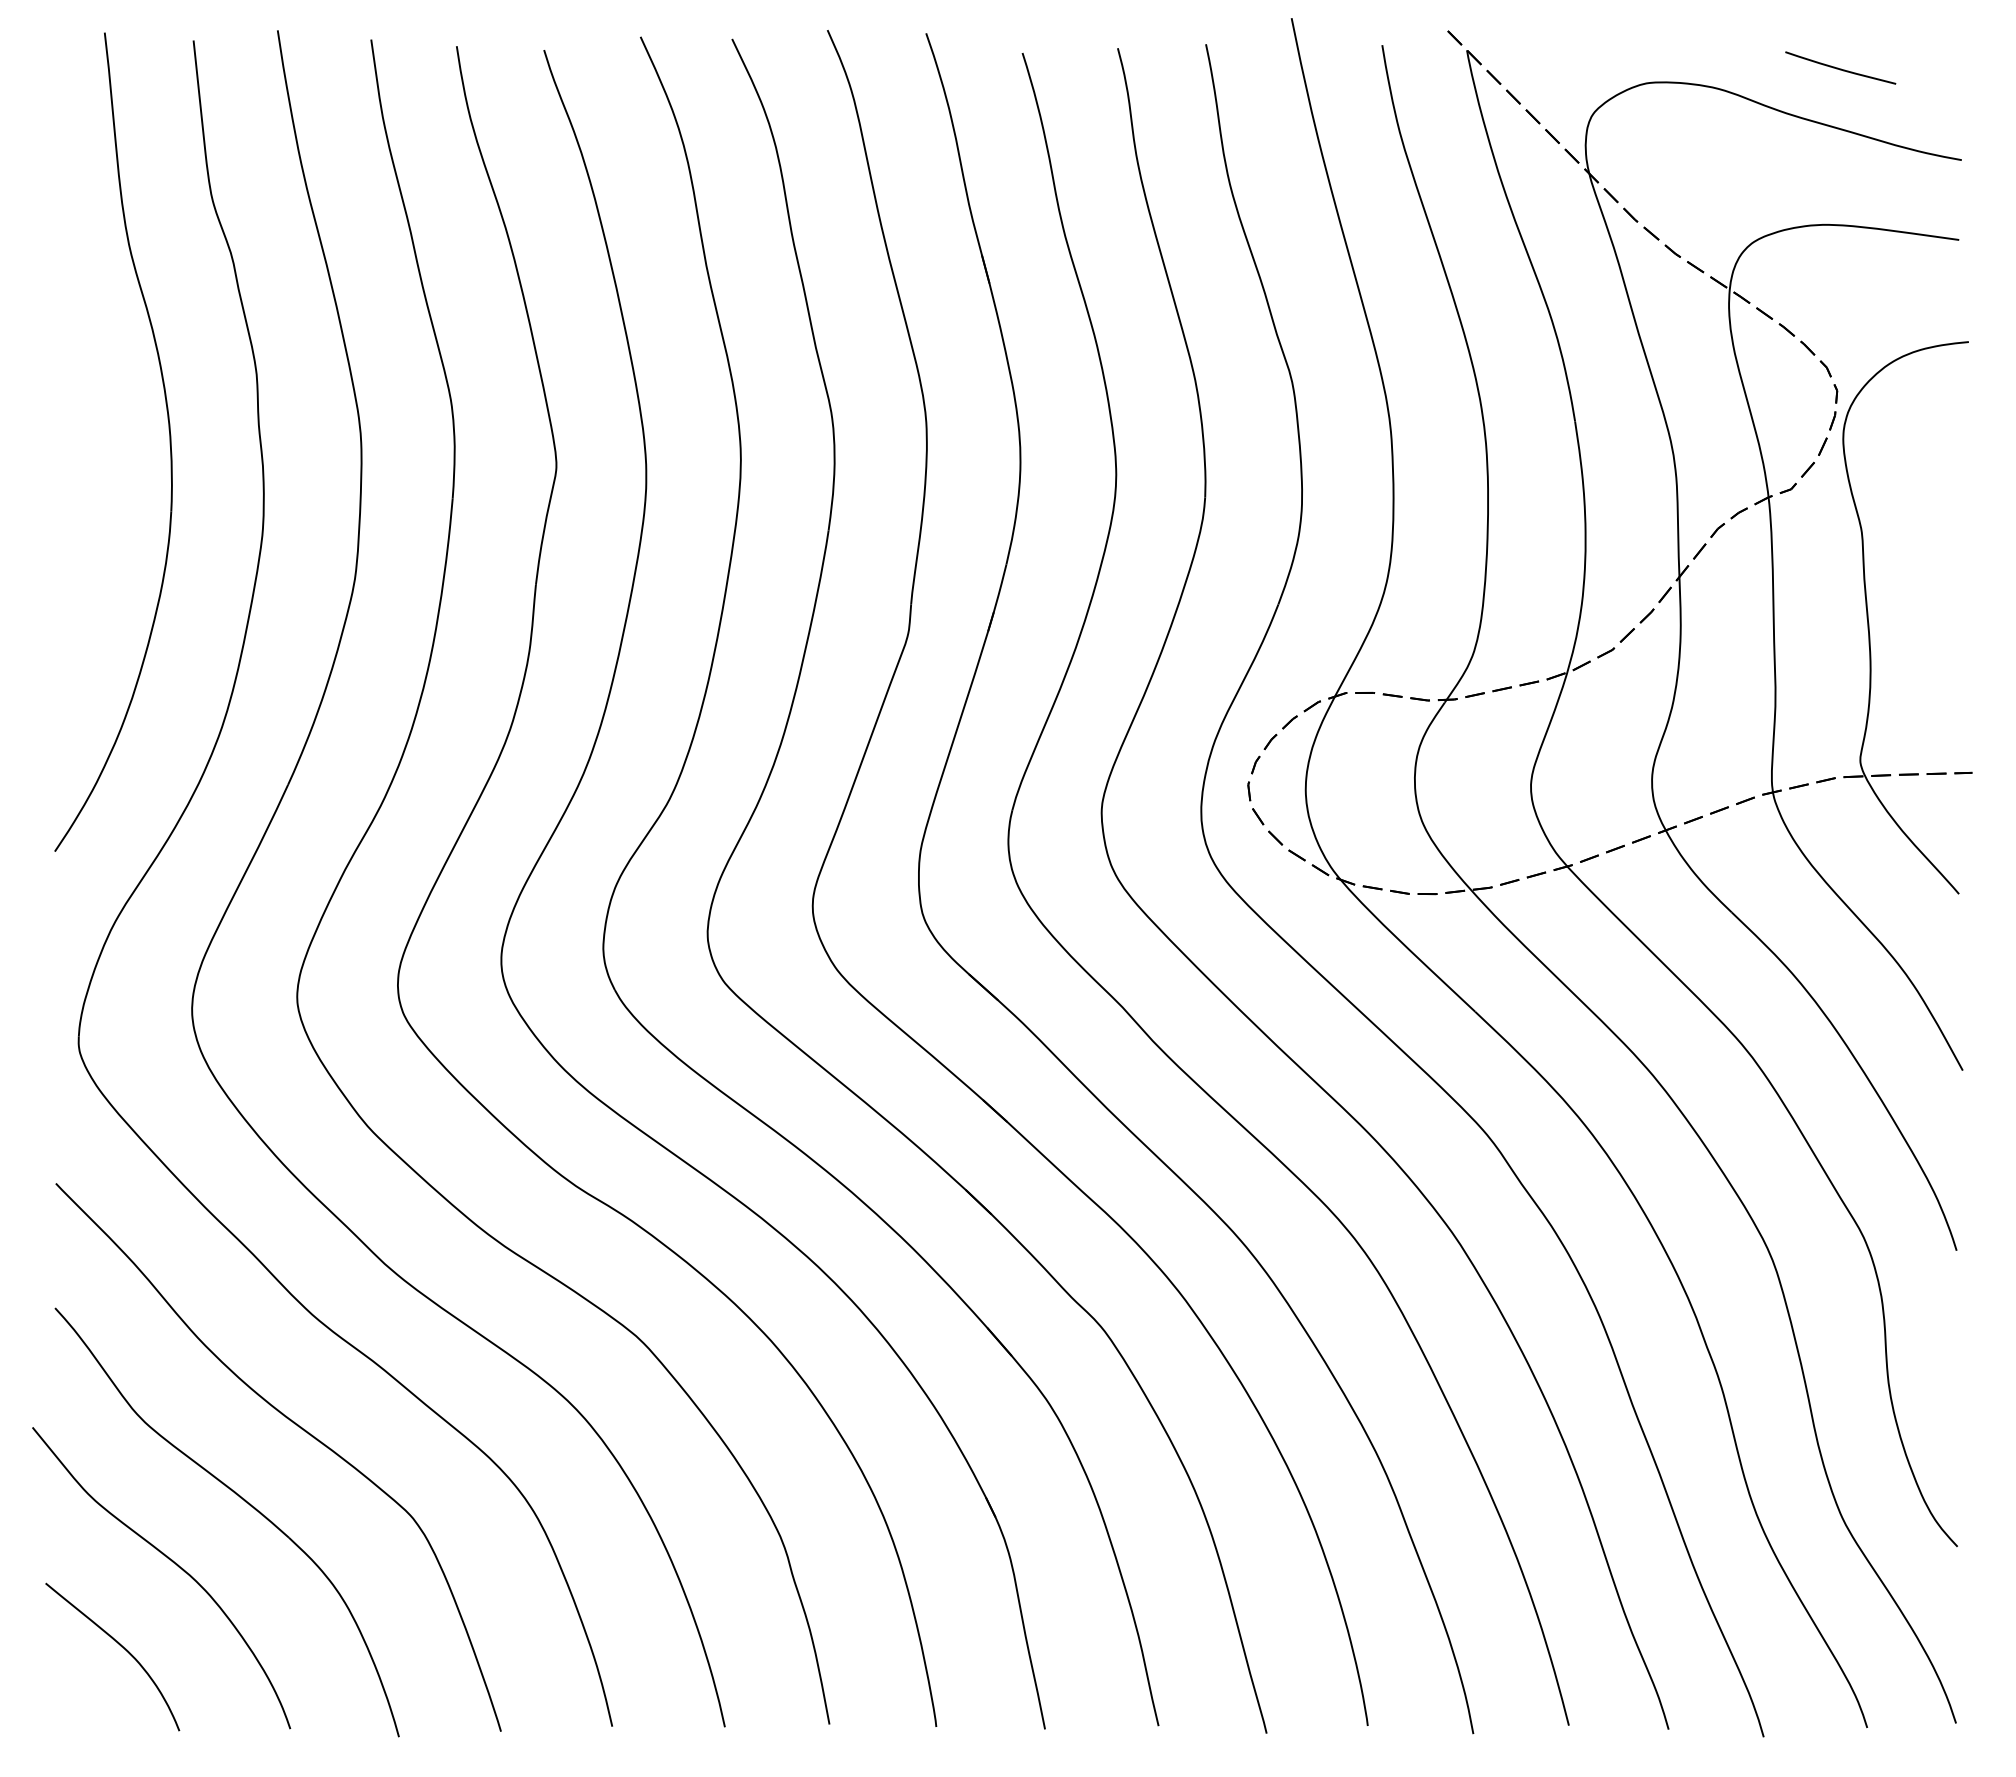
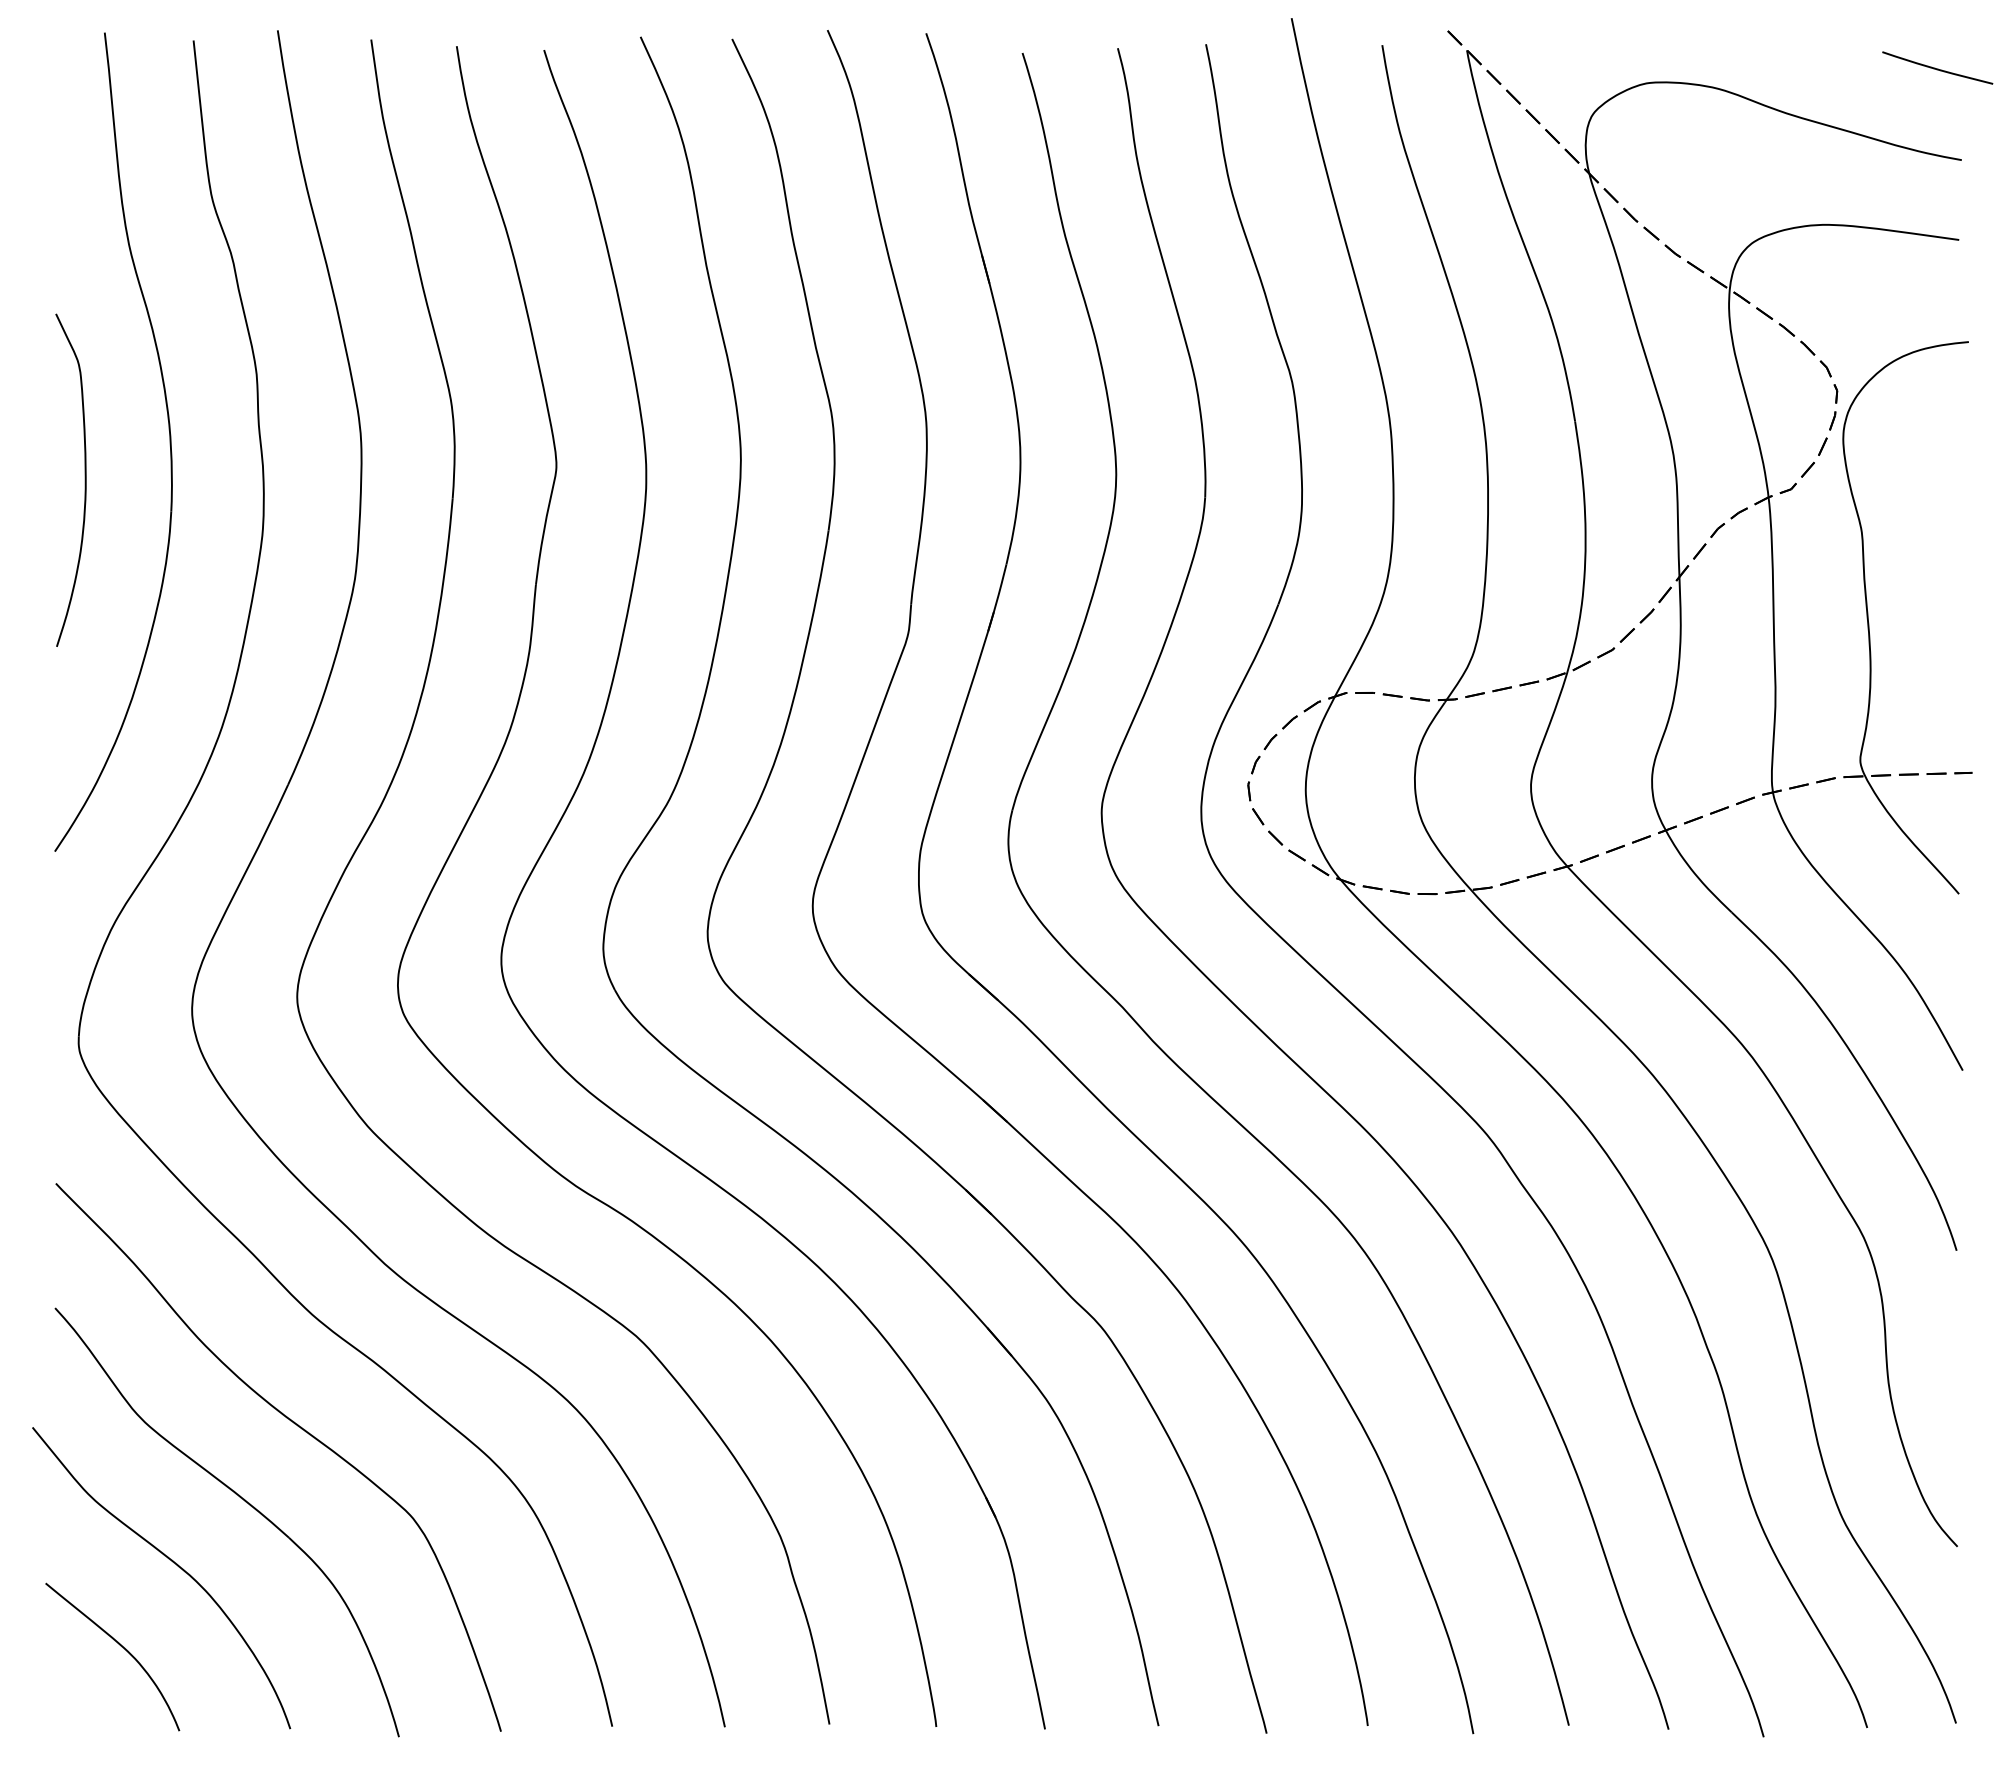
curve at (1840, 68) position: (1840, 68) -> (1937, 68)
curve at (84, 479): none -> present
